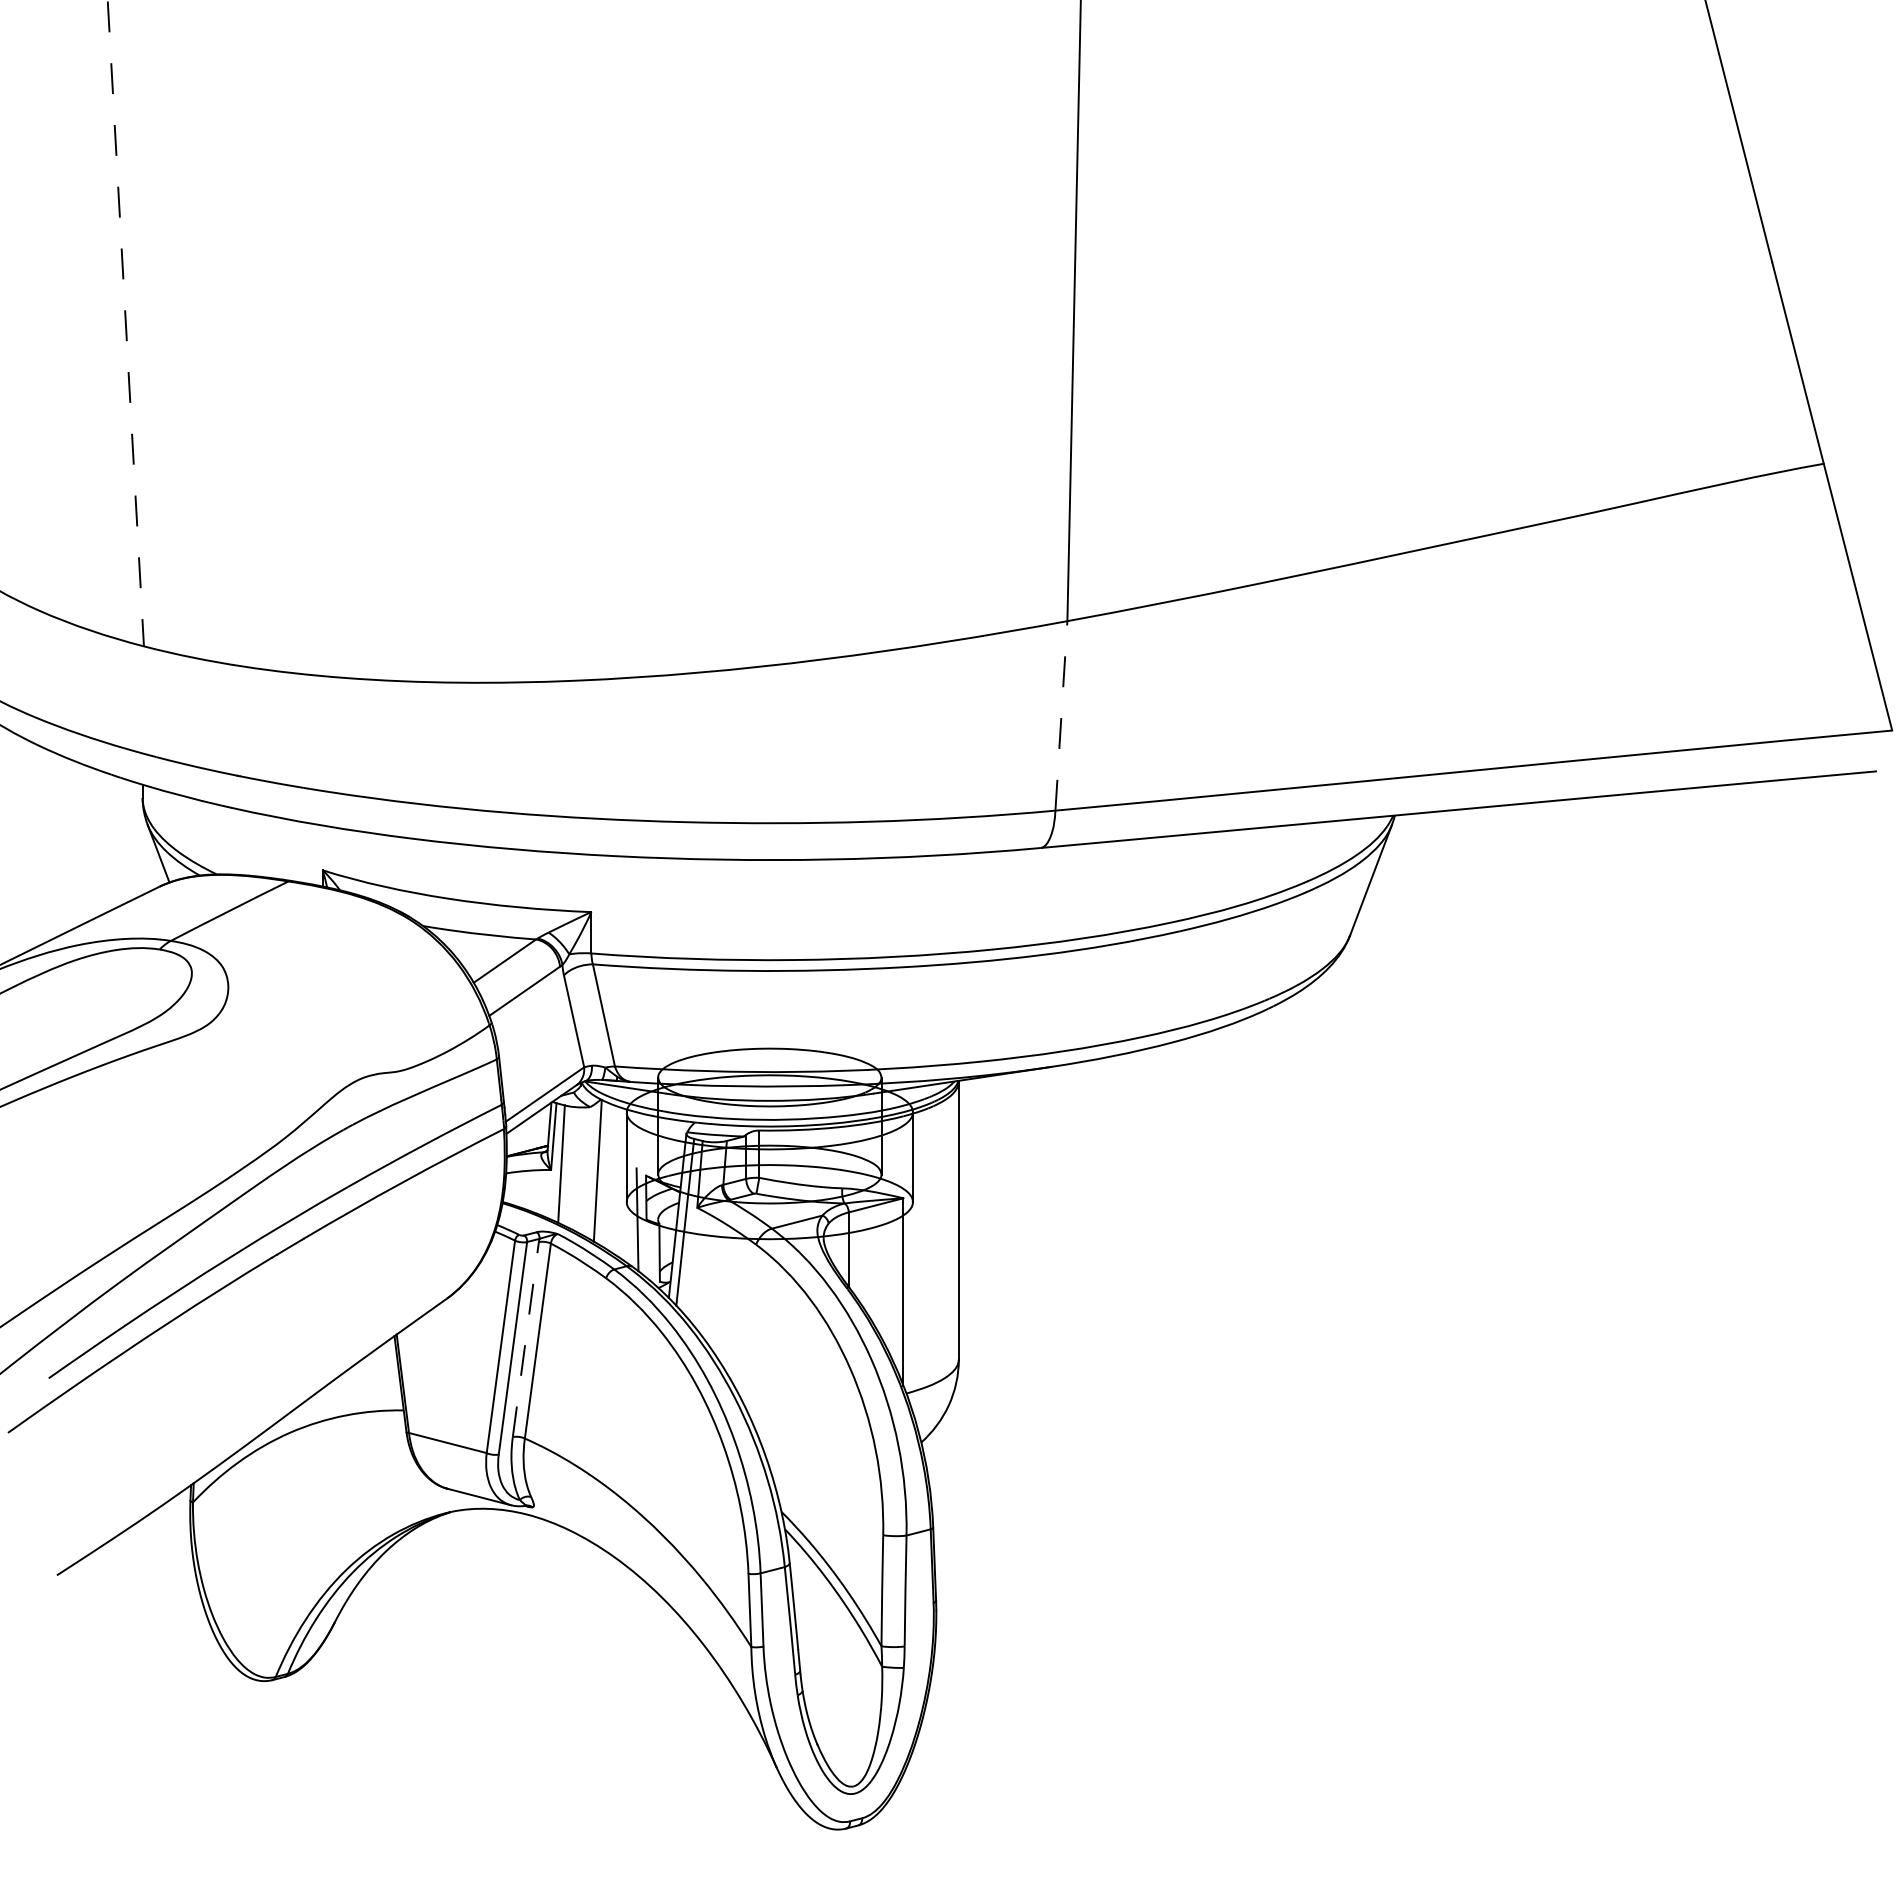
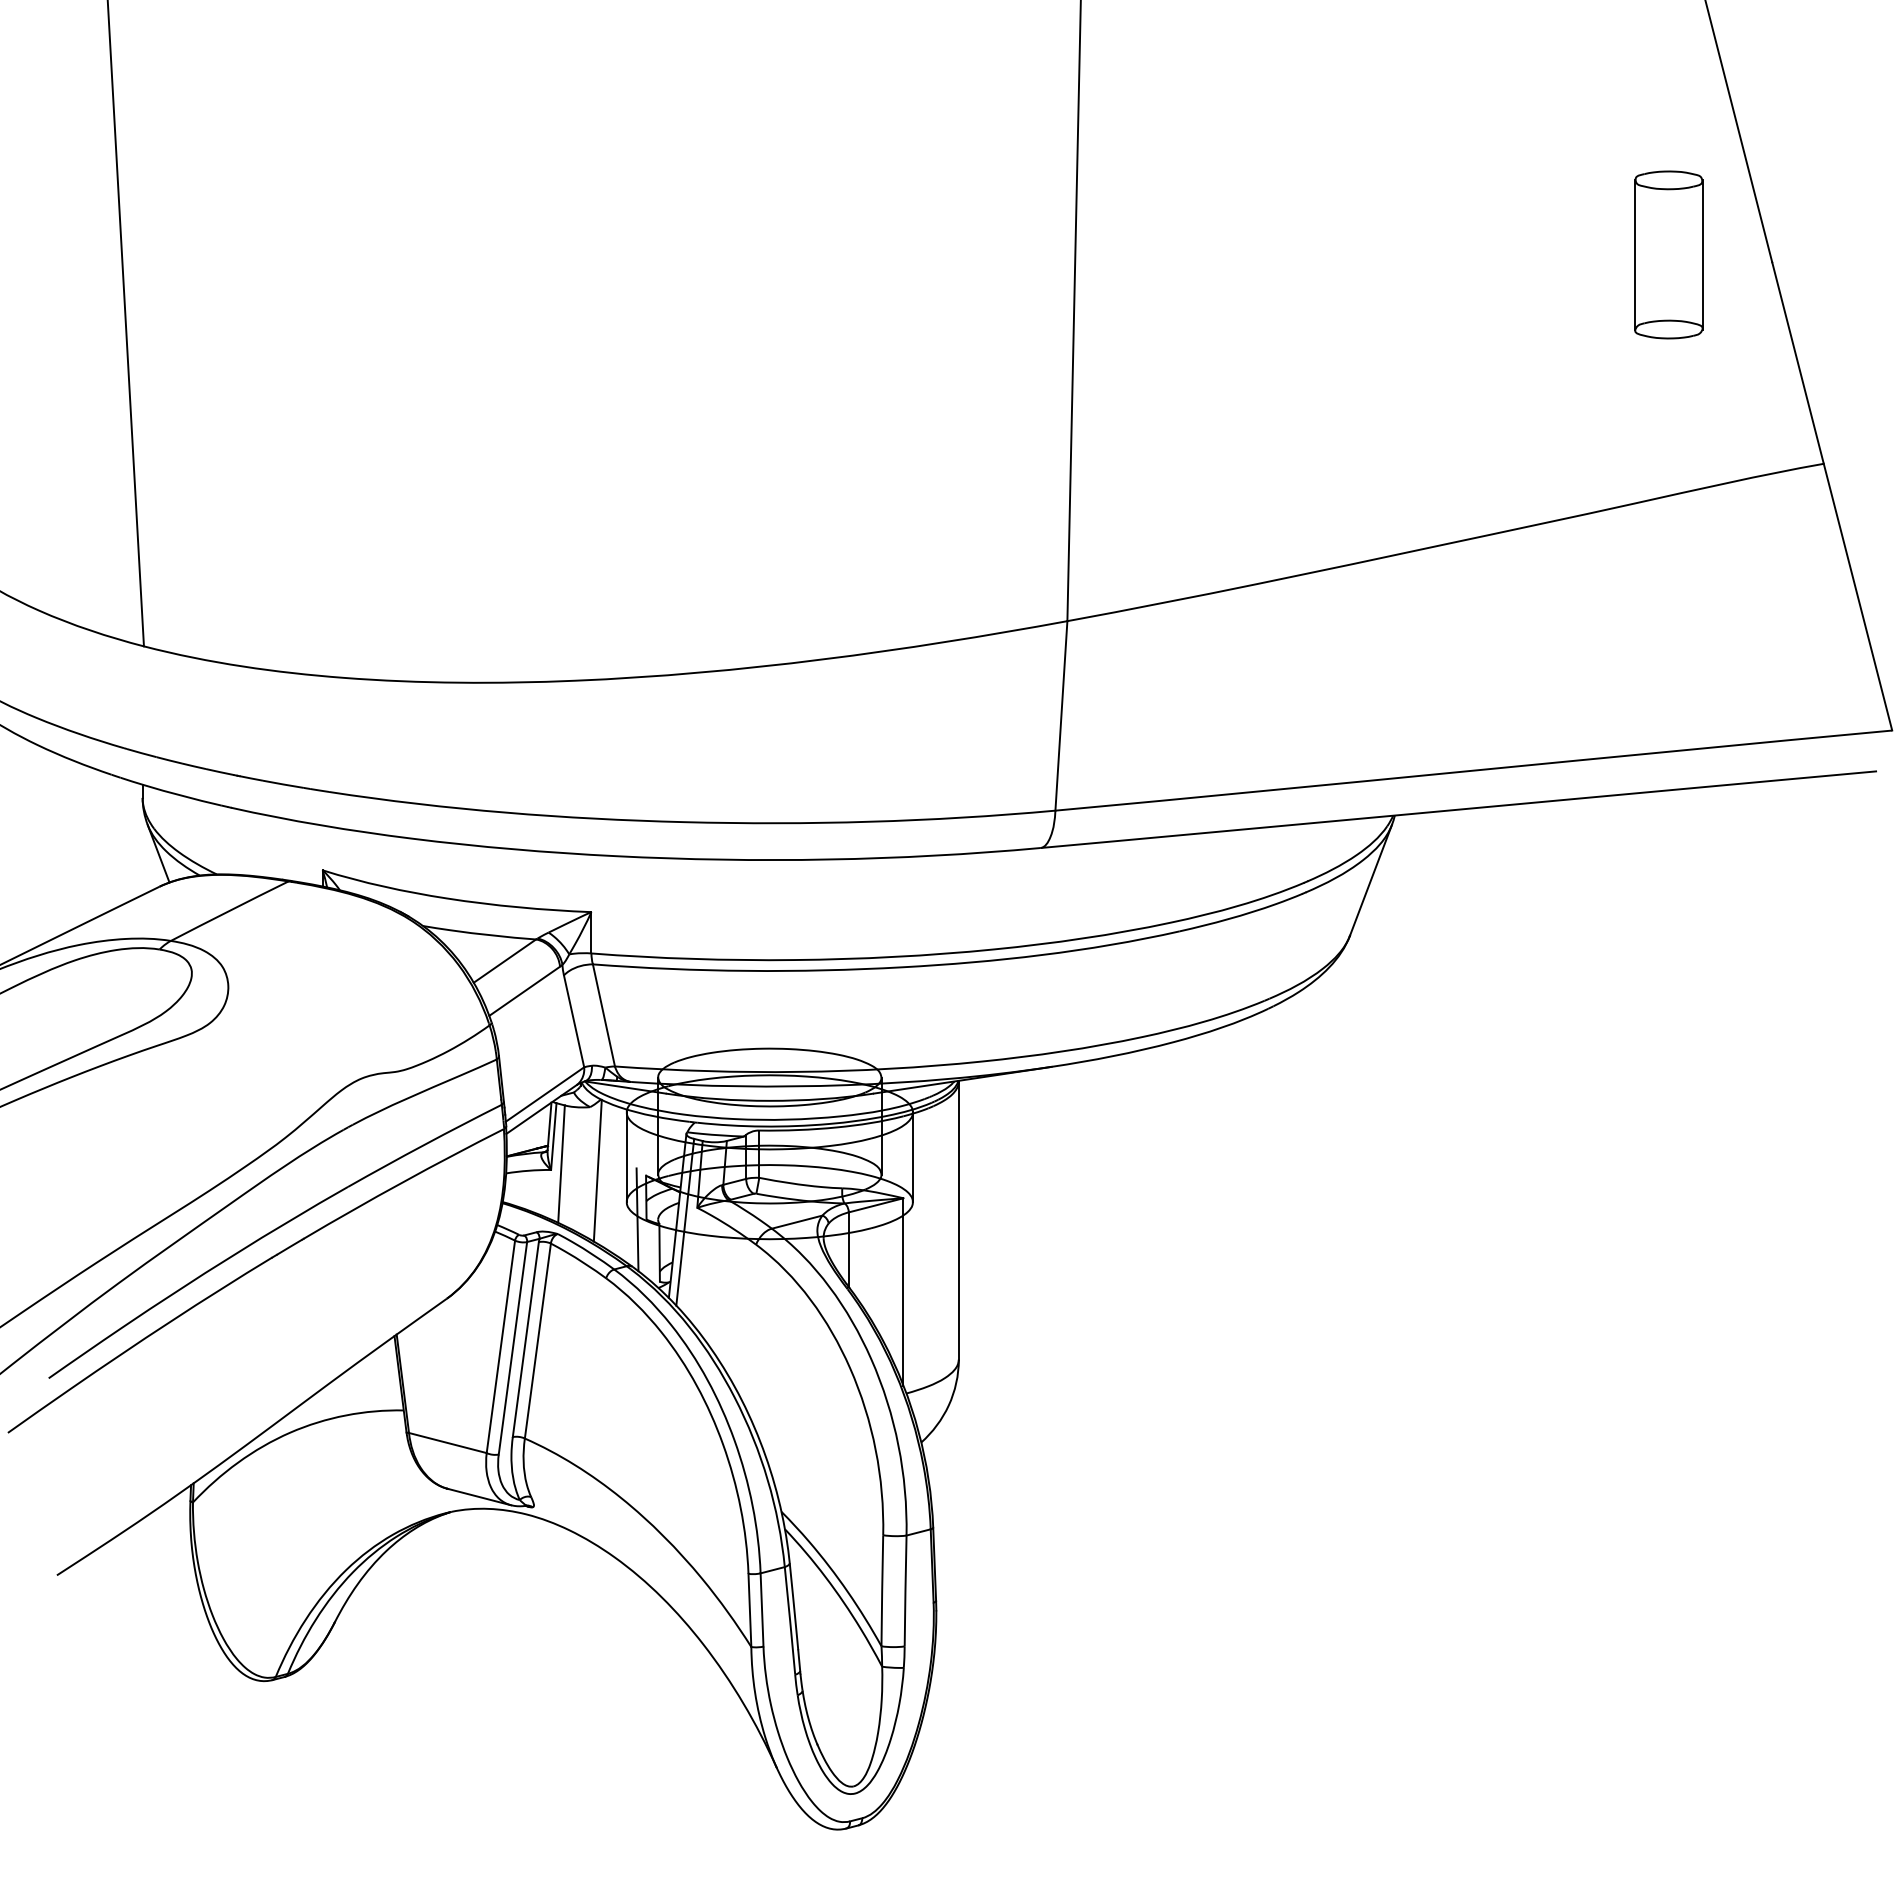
part at (1668, 254): none -> present
line at (125, 324): dashed -> solid
line at (1061, 715): dashed -> solid
line at (525, 1339): dashed -> solid
